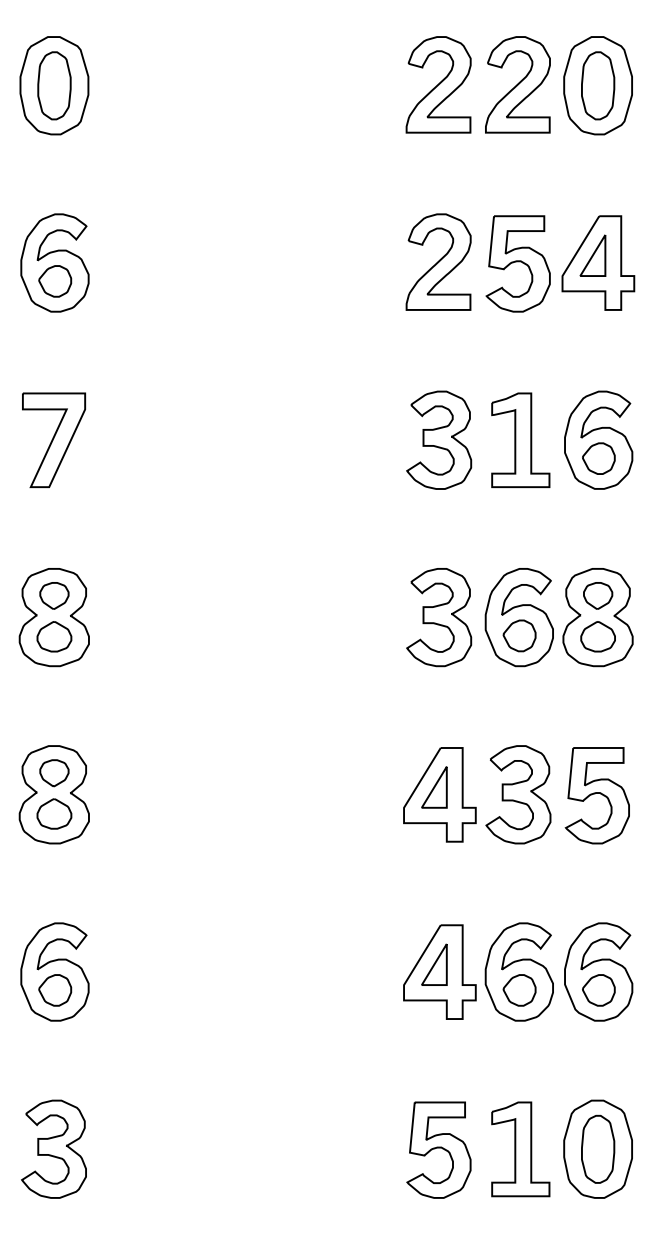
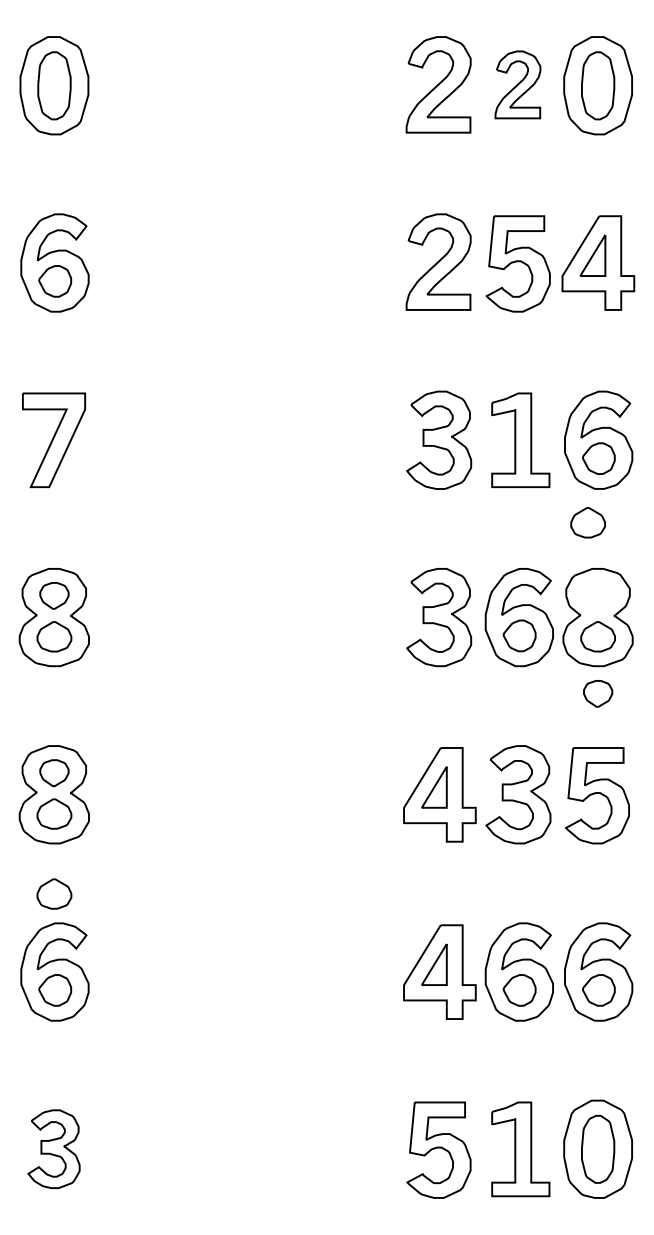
part at (517, 84) size: 66x98 px -> 48x70 px
part at (587, 522): none -> present
part at (598, 595) position: (598, 595) -> (598, 693)
part at (54, 893): none -> present
part at (53, 1148) size: 66x100 px -> 54x80 px
